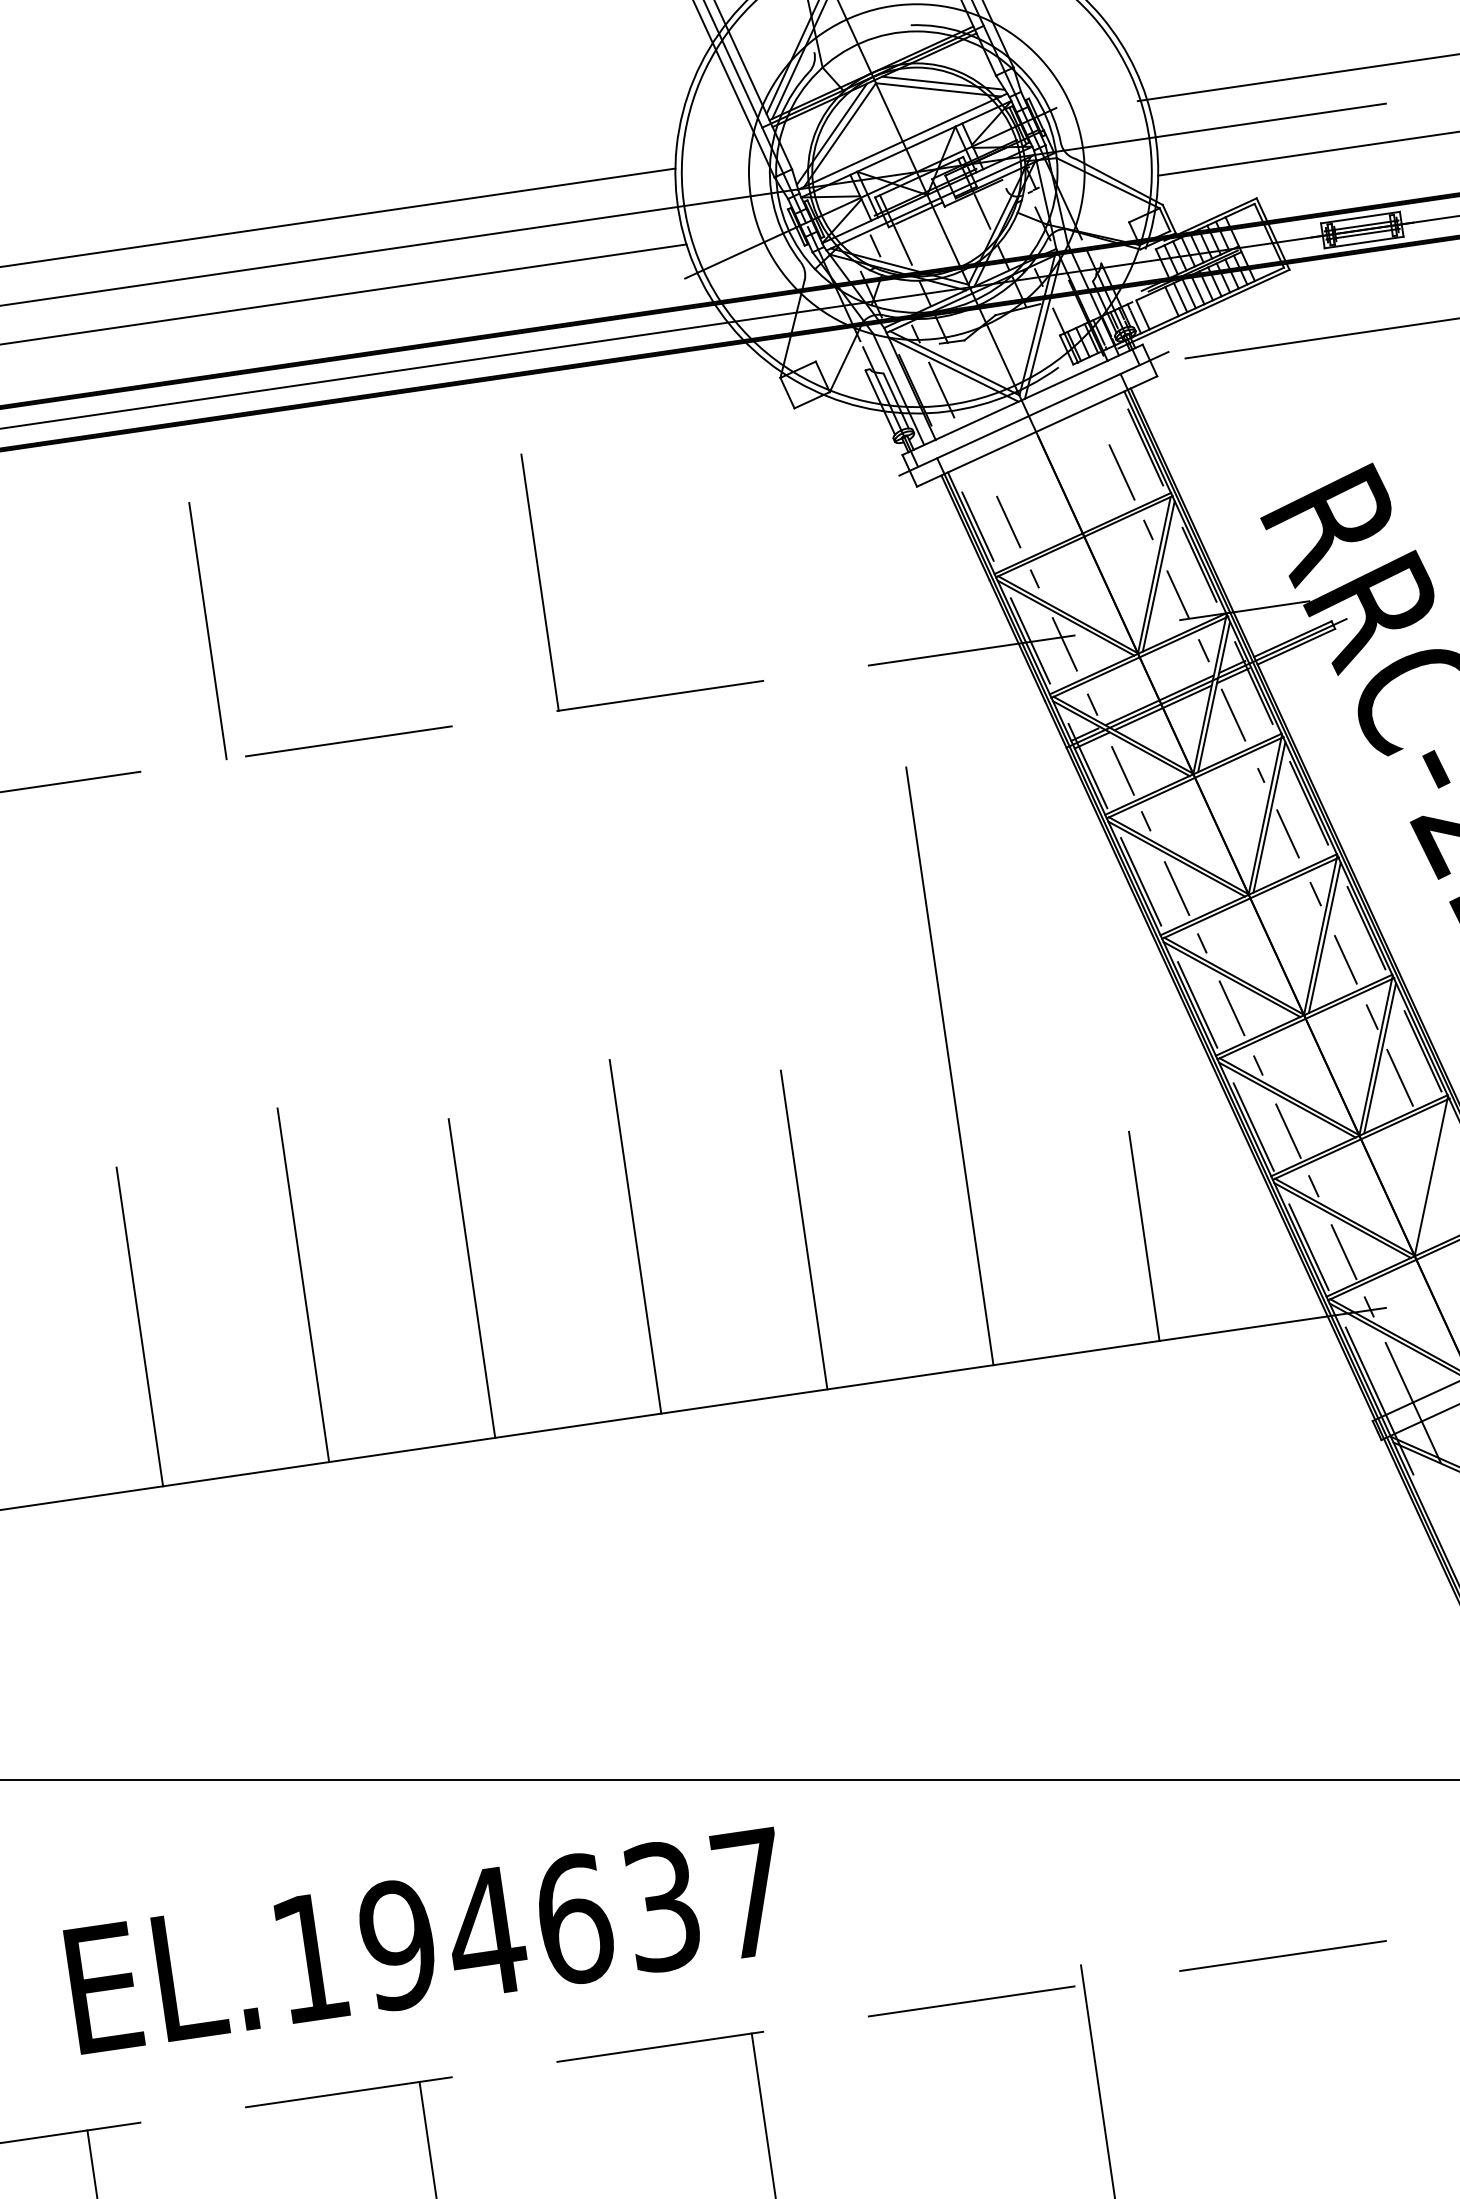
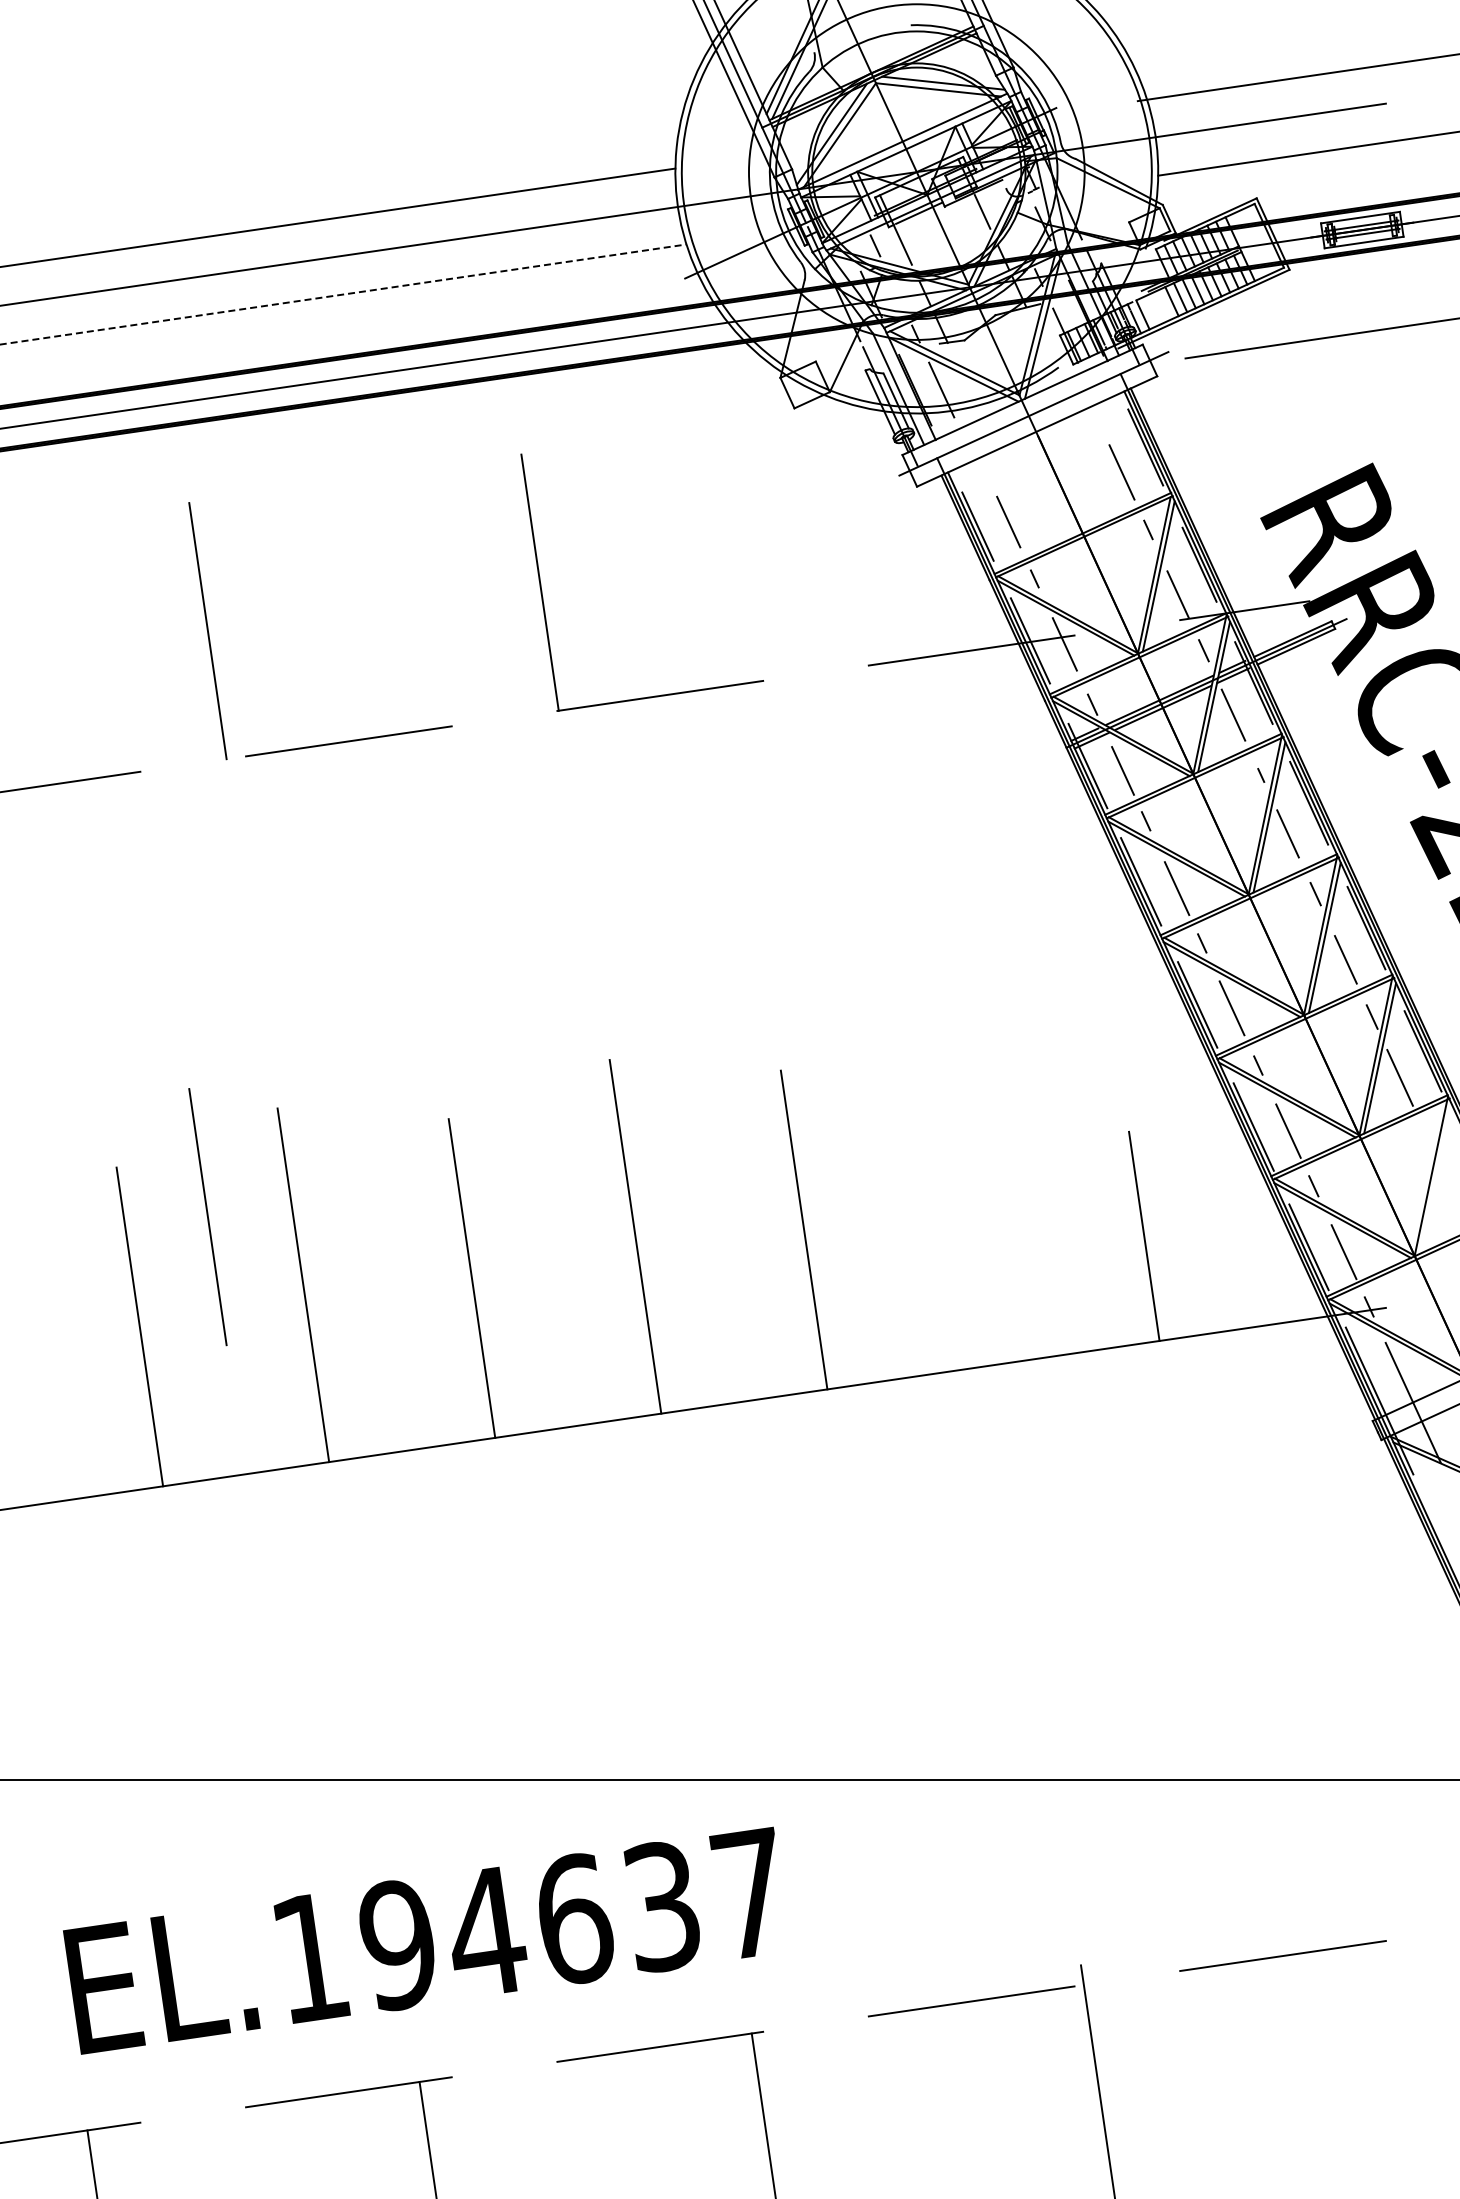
line at (344, 294): solid -> dashed
line at (949, 1066): present -> none
line at (207, 1217): none -> present
